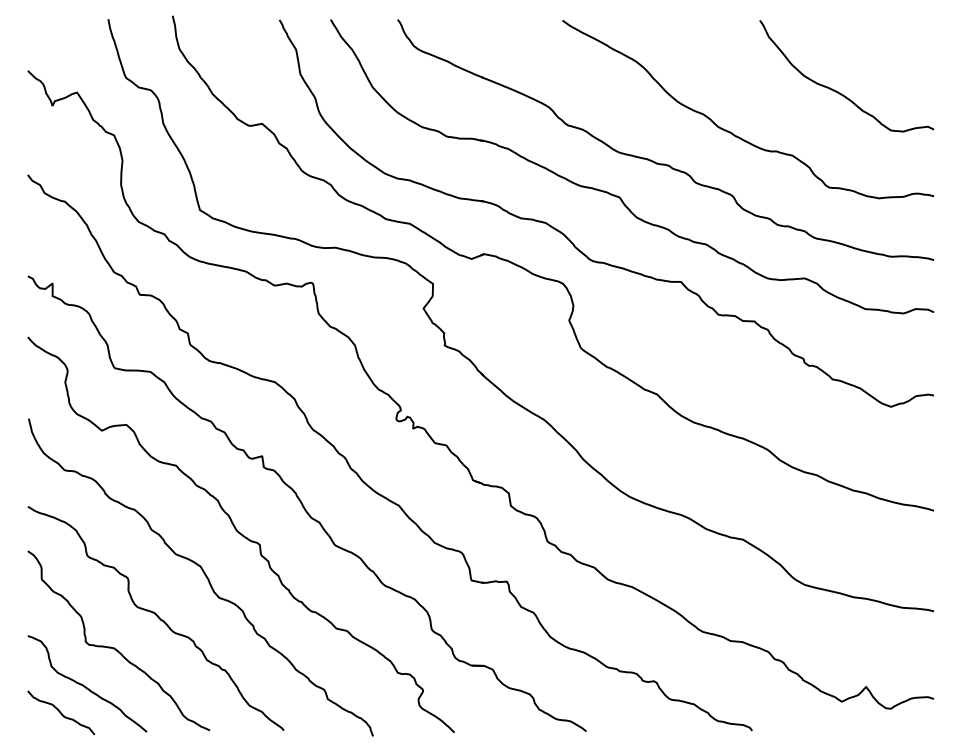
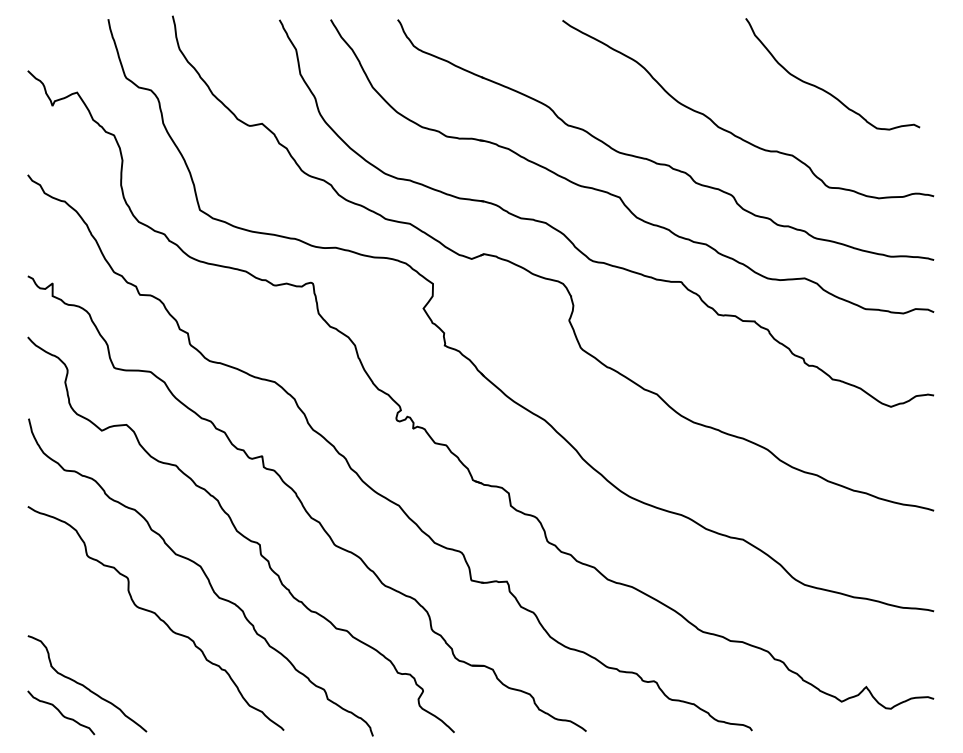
curve at (838, 91) position: (838, 91) -> (824, 89)
curve at (114, 647): present -> none
